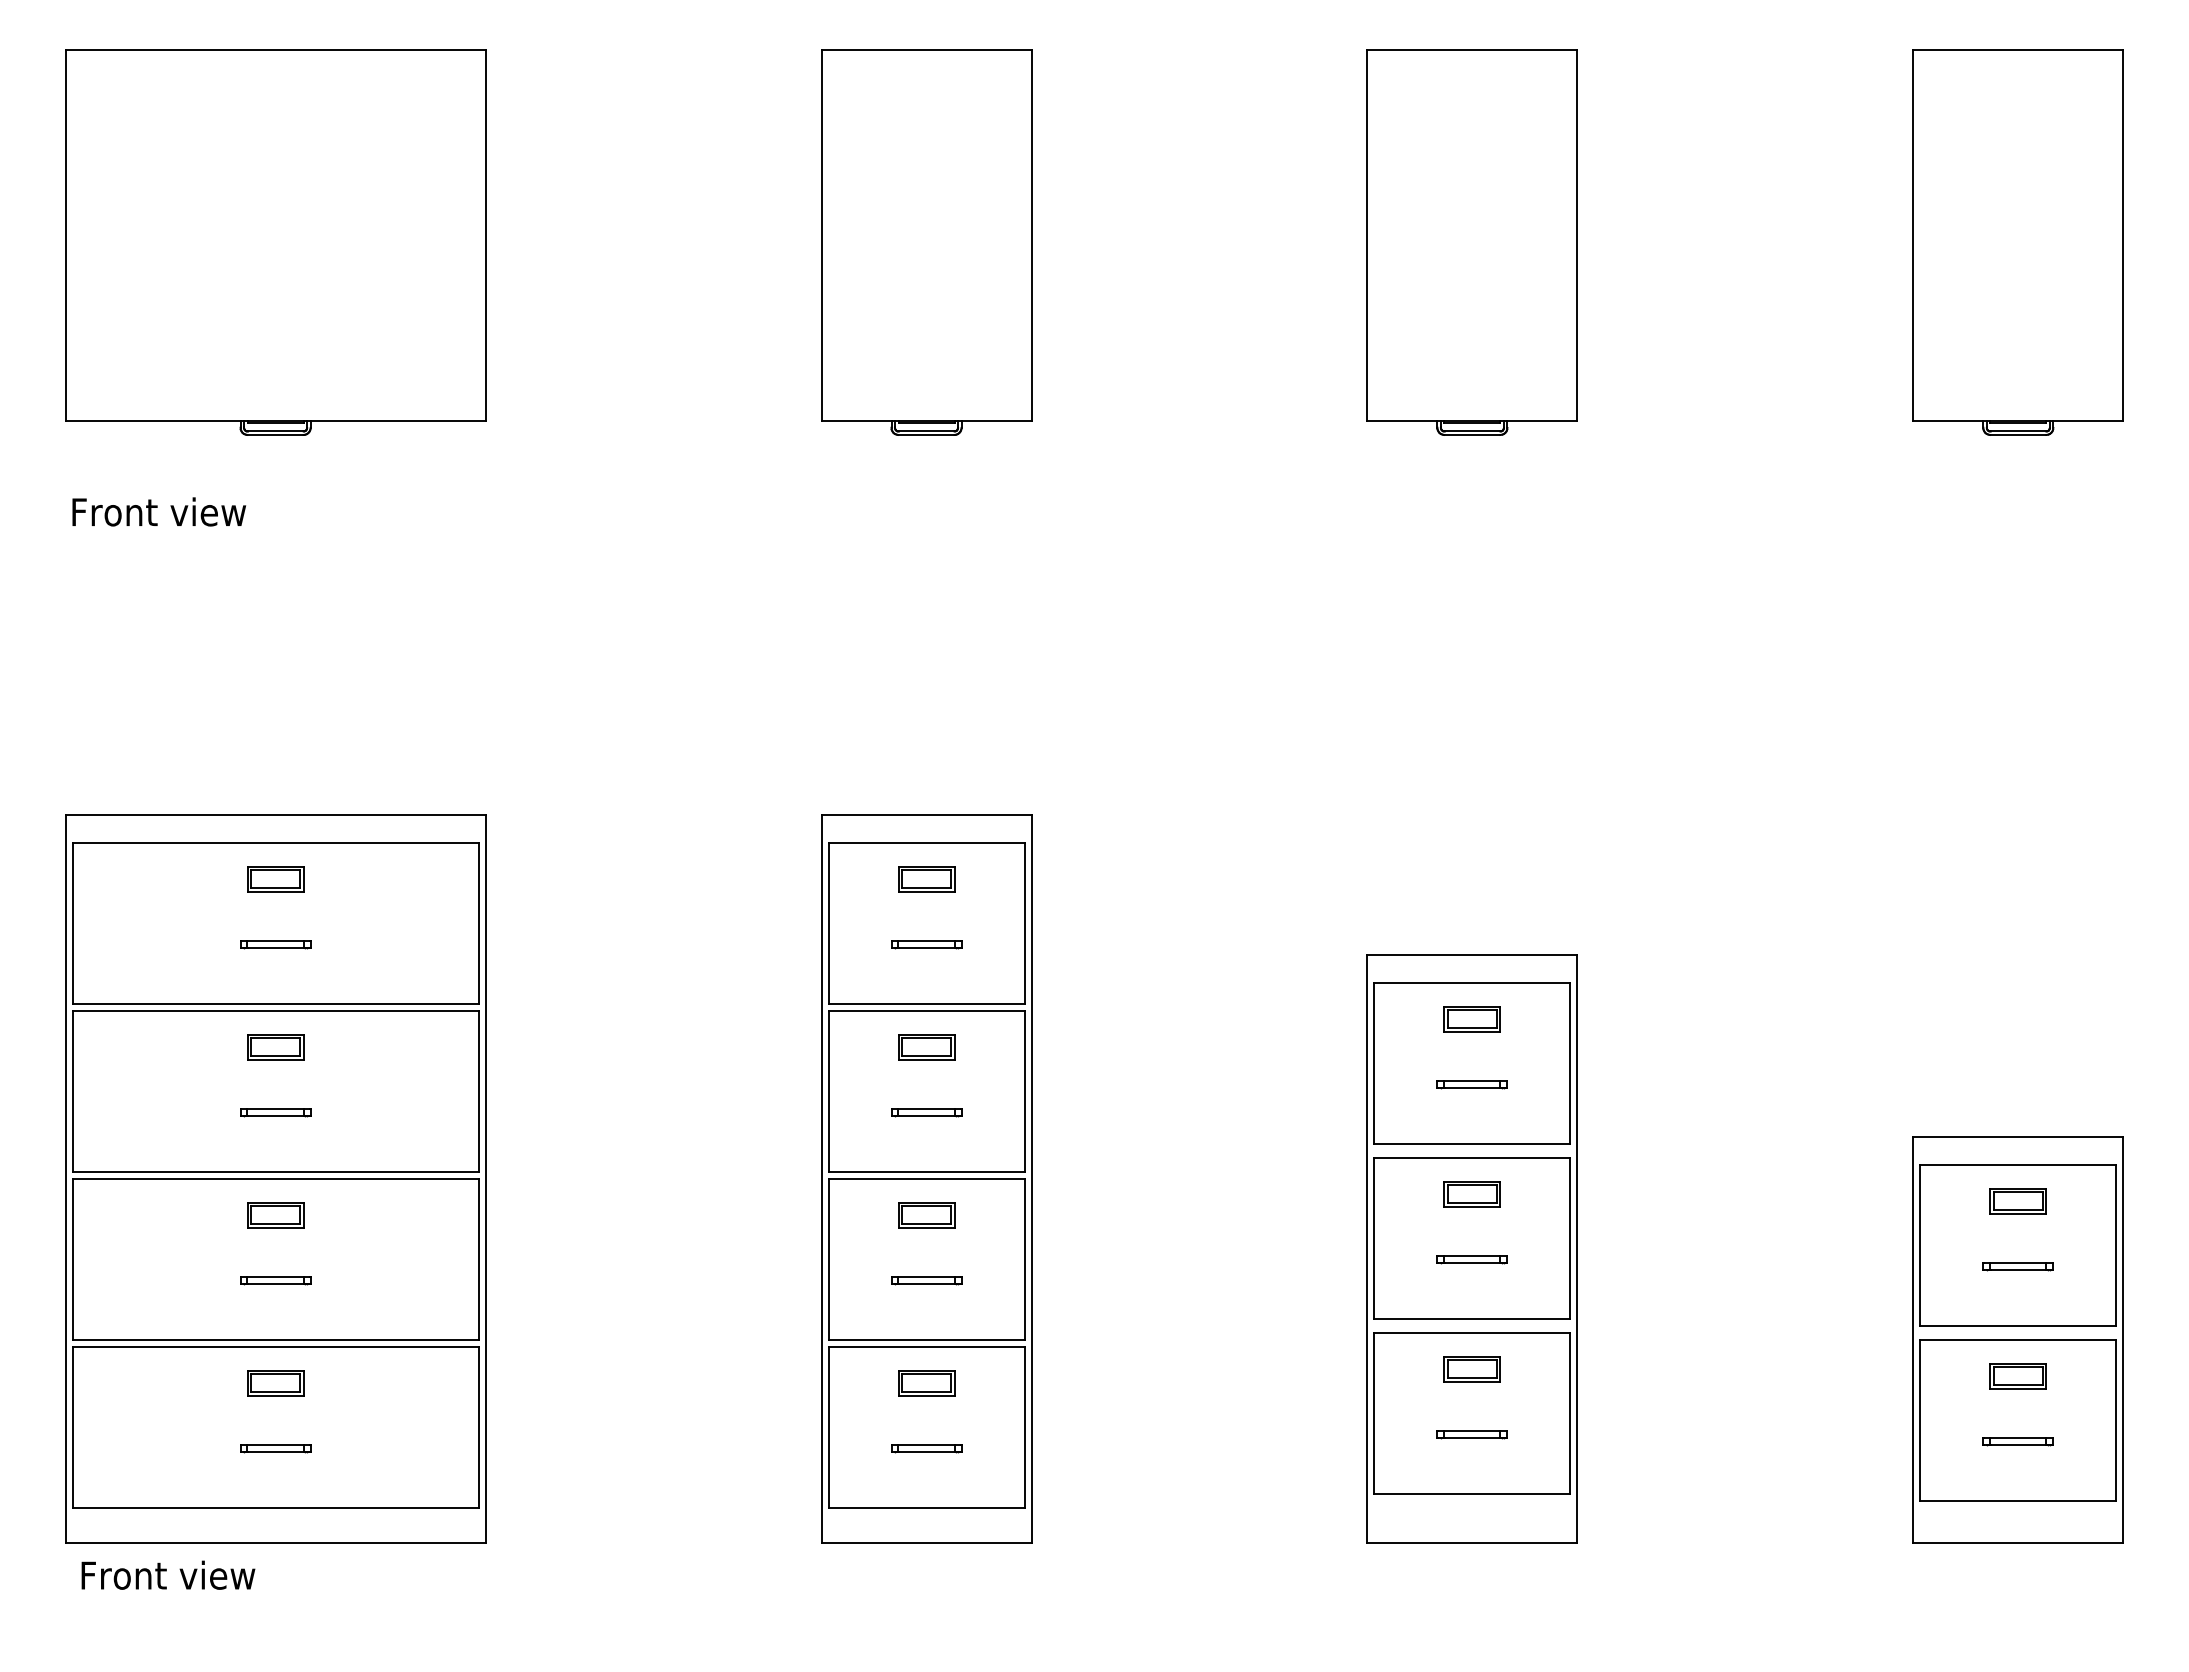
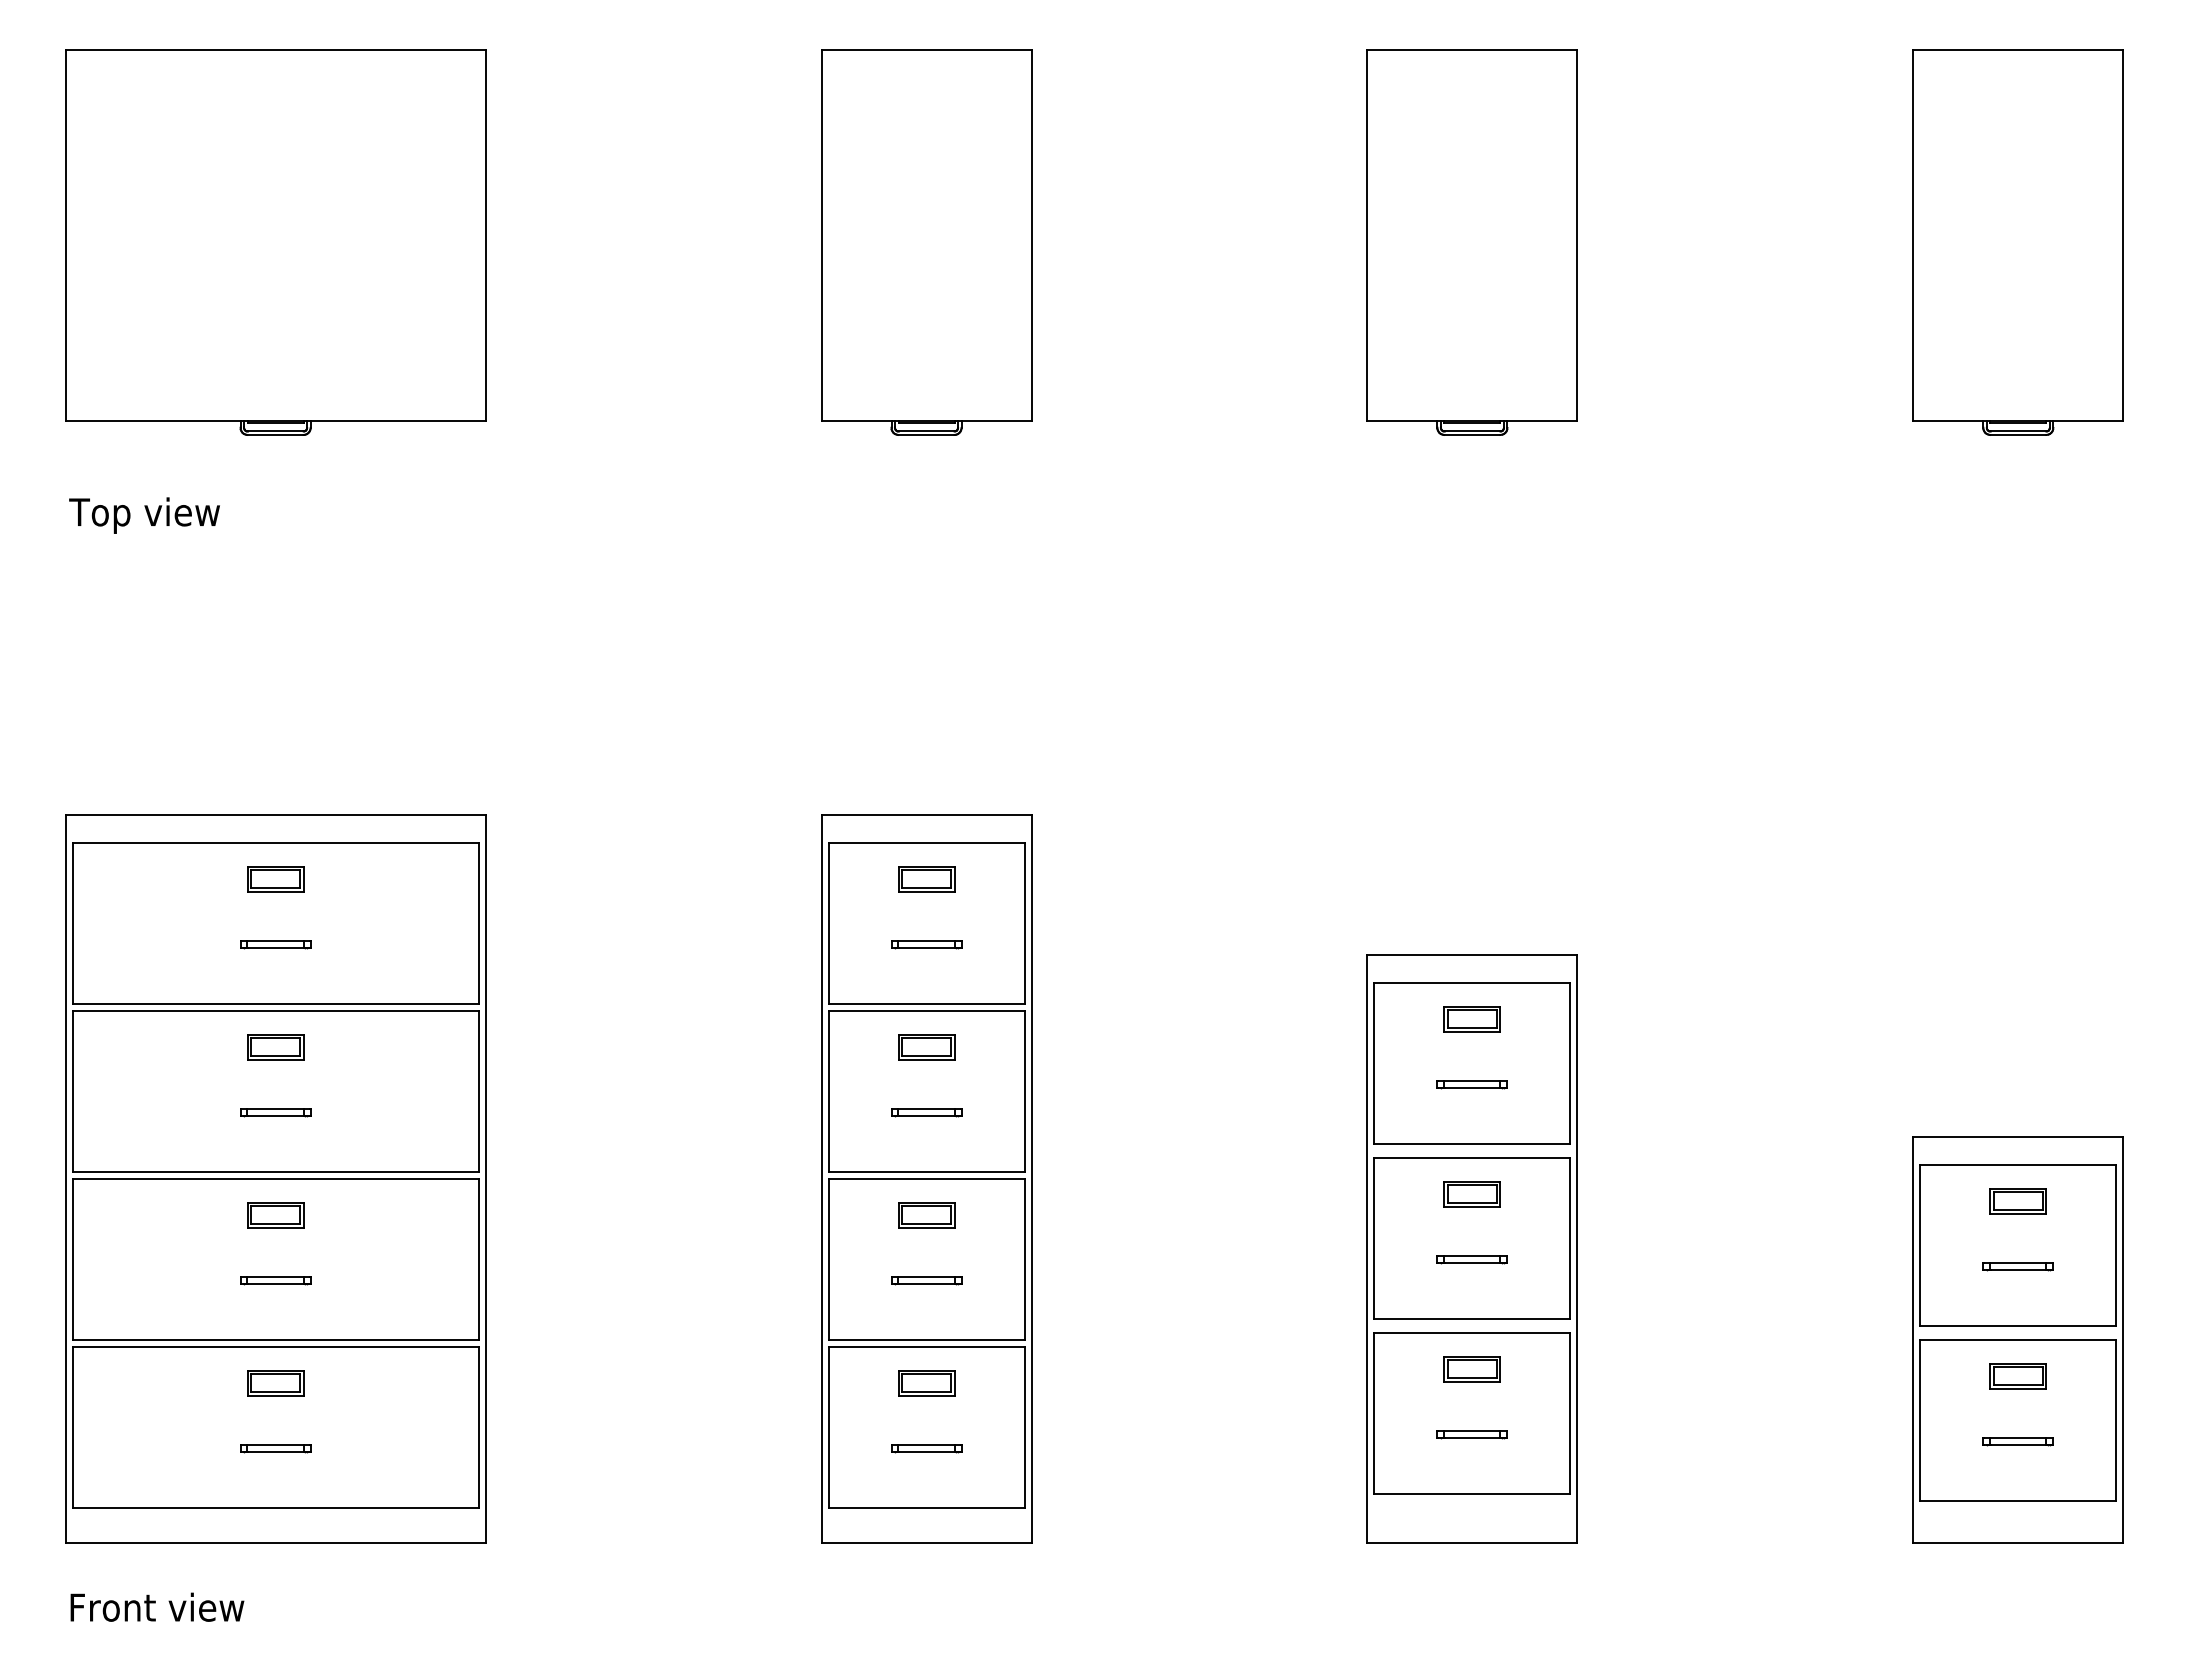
text at (157, 515): Front view -> Top view
text at (168, 1574) position: (168, 1574) -> (157, 1606)
